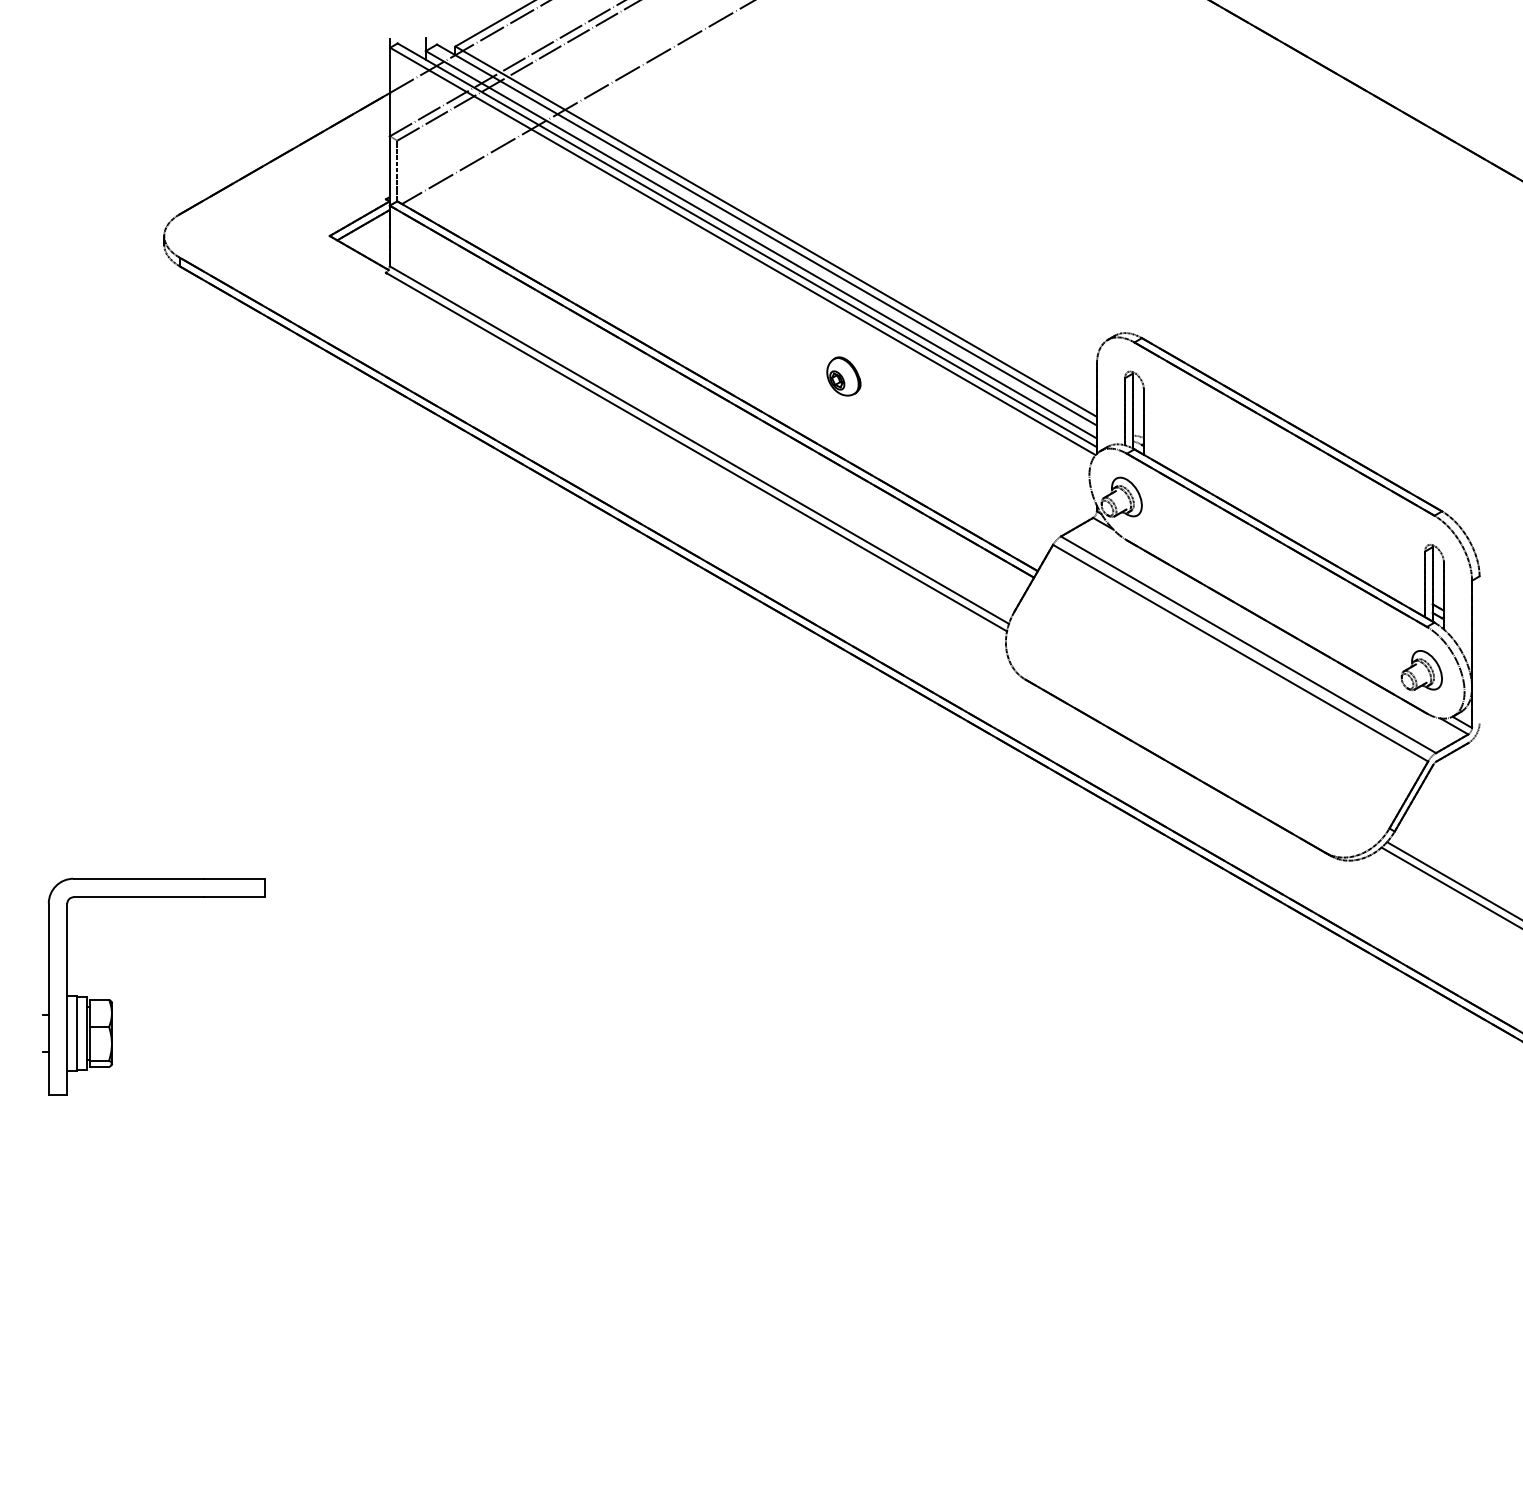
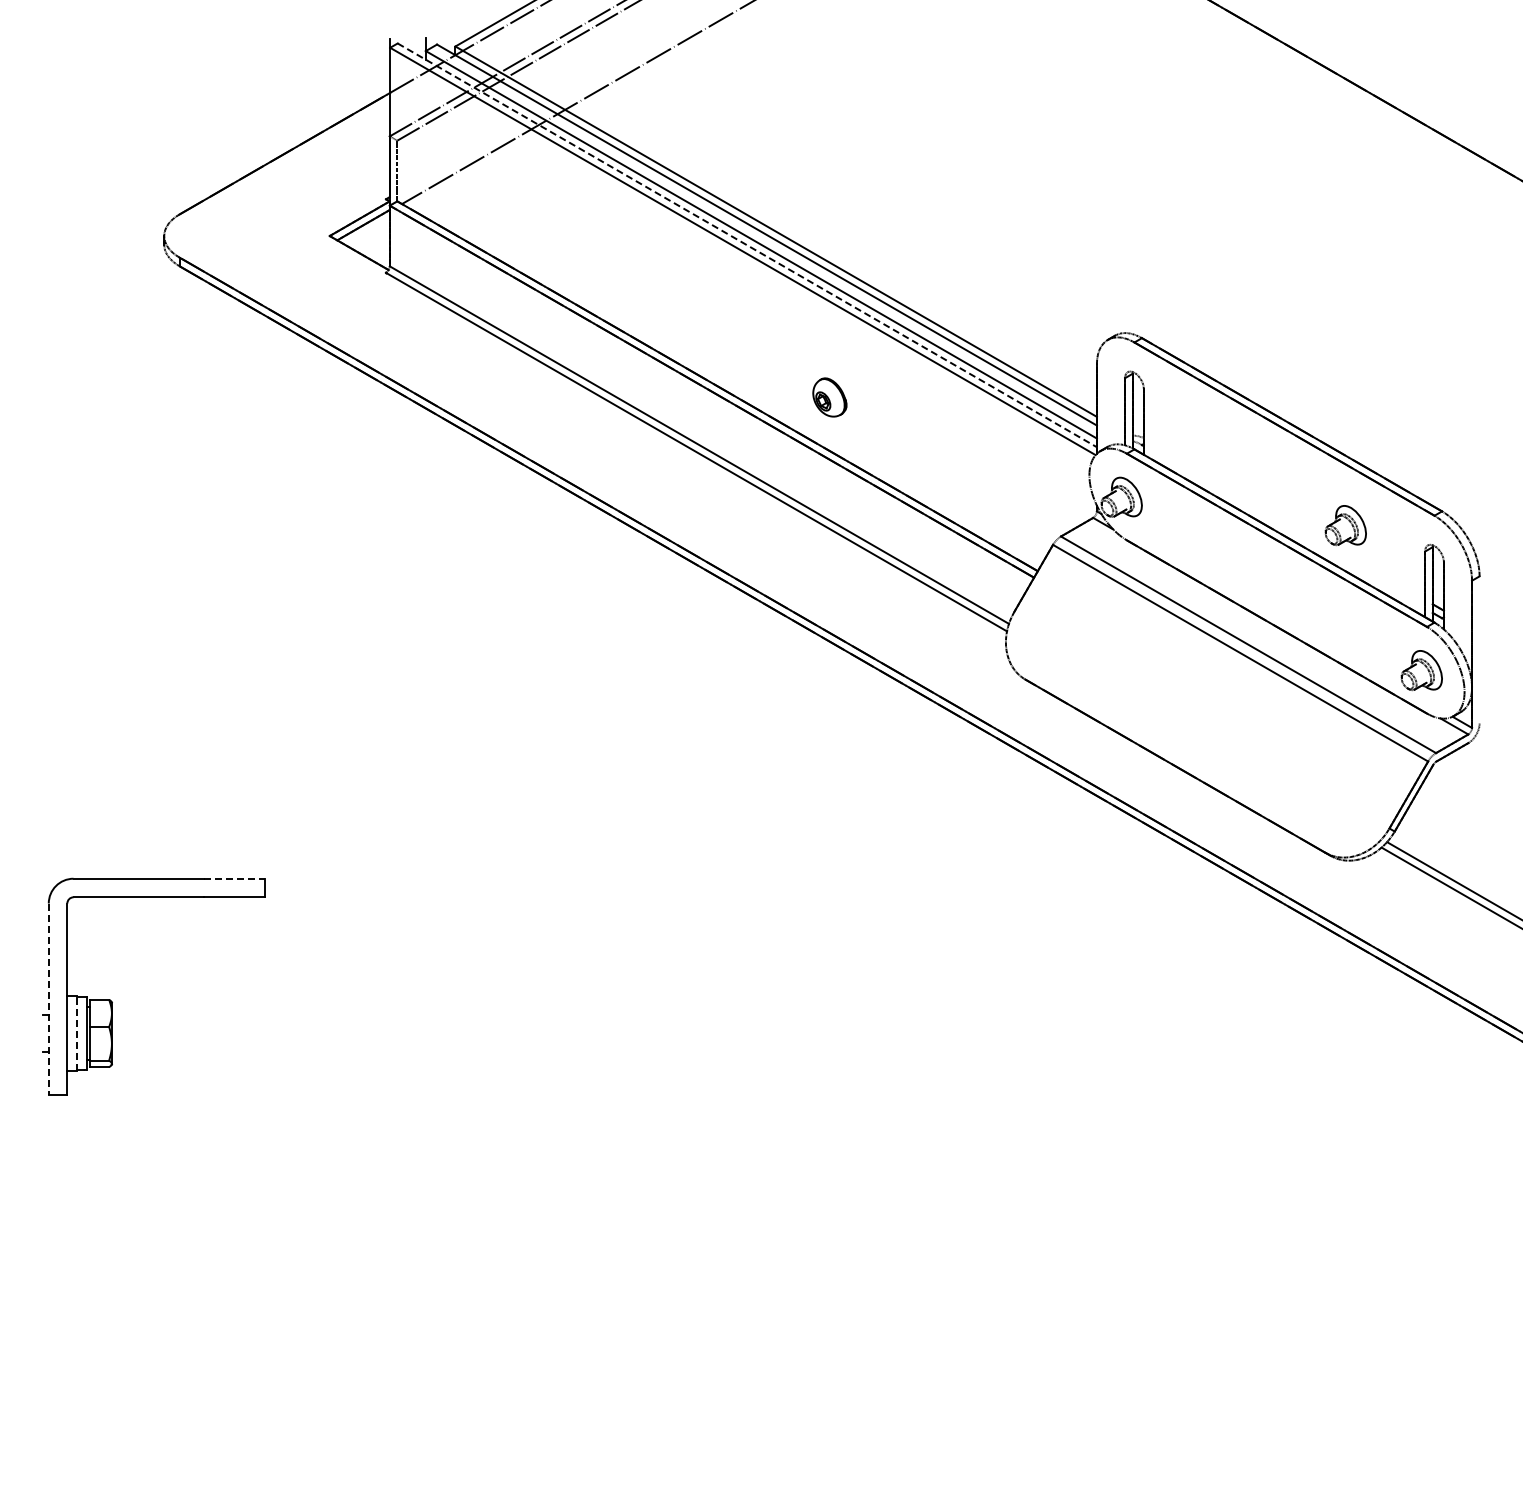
line at (747, 245): solid -> dashed
part at (843, 376) position: (843, 376) -> (829, 397)
part at (1345, 525): none -> present
line at (234, 878): solid -> dashed
line at (48, 999): solid -> dashed
line at (77, 1032): solid -> dashed
